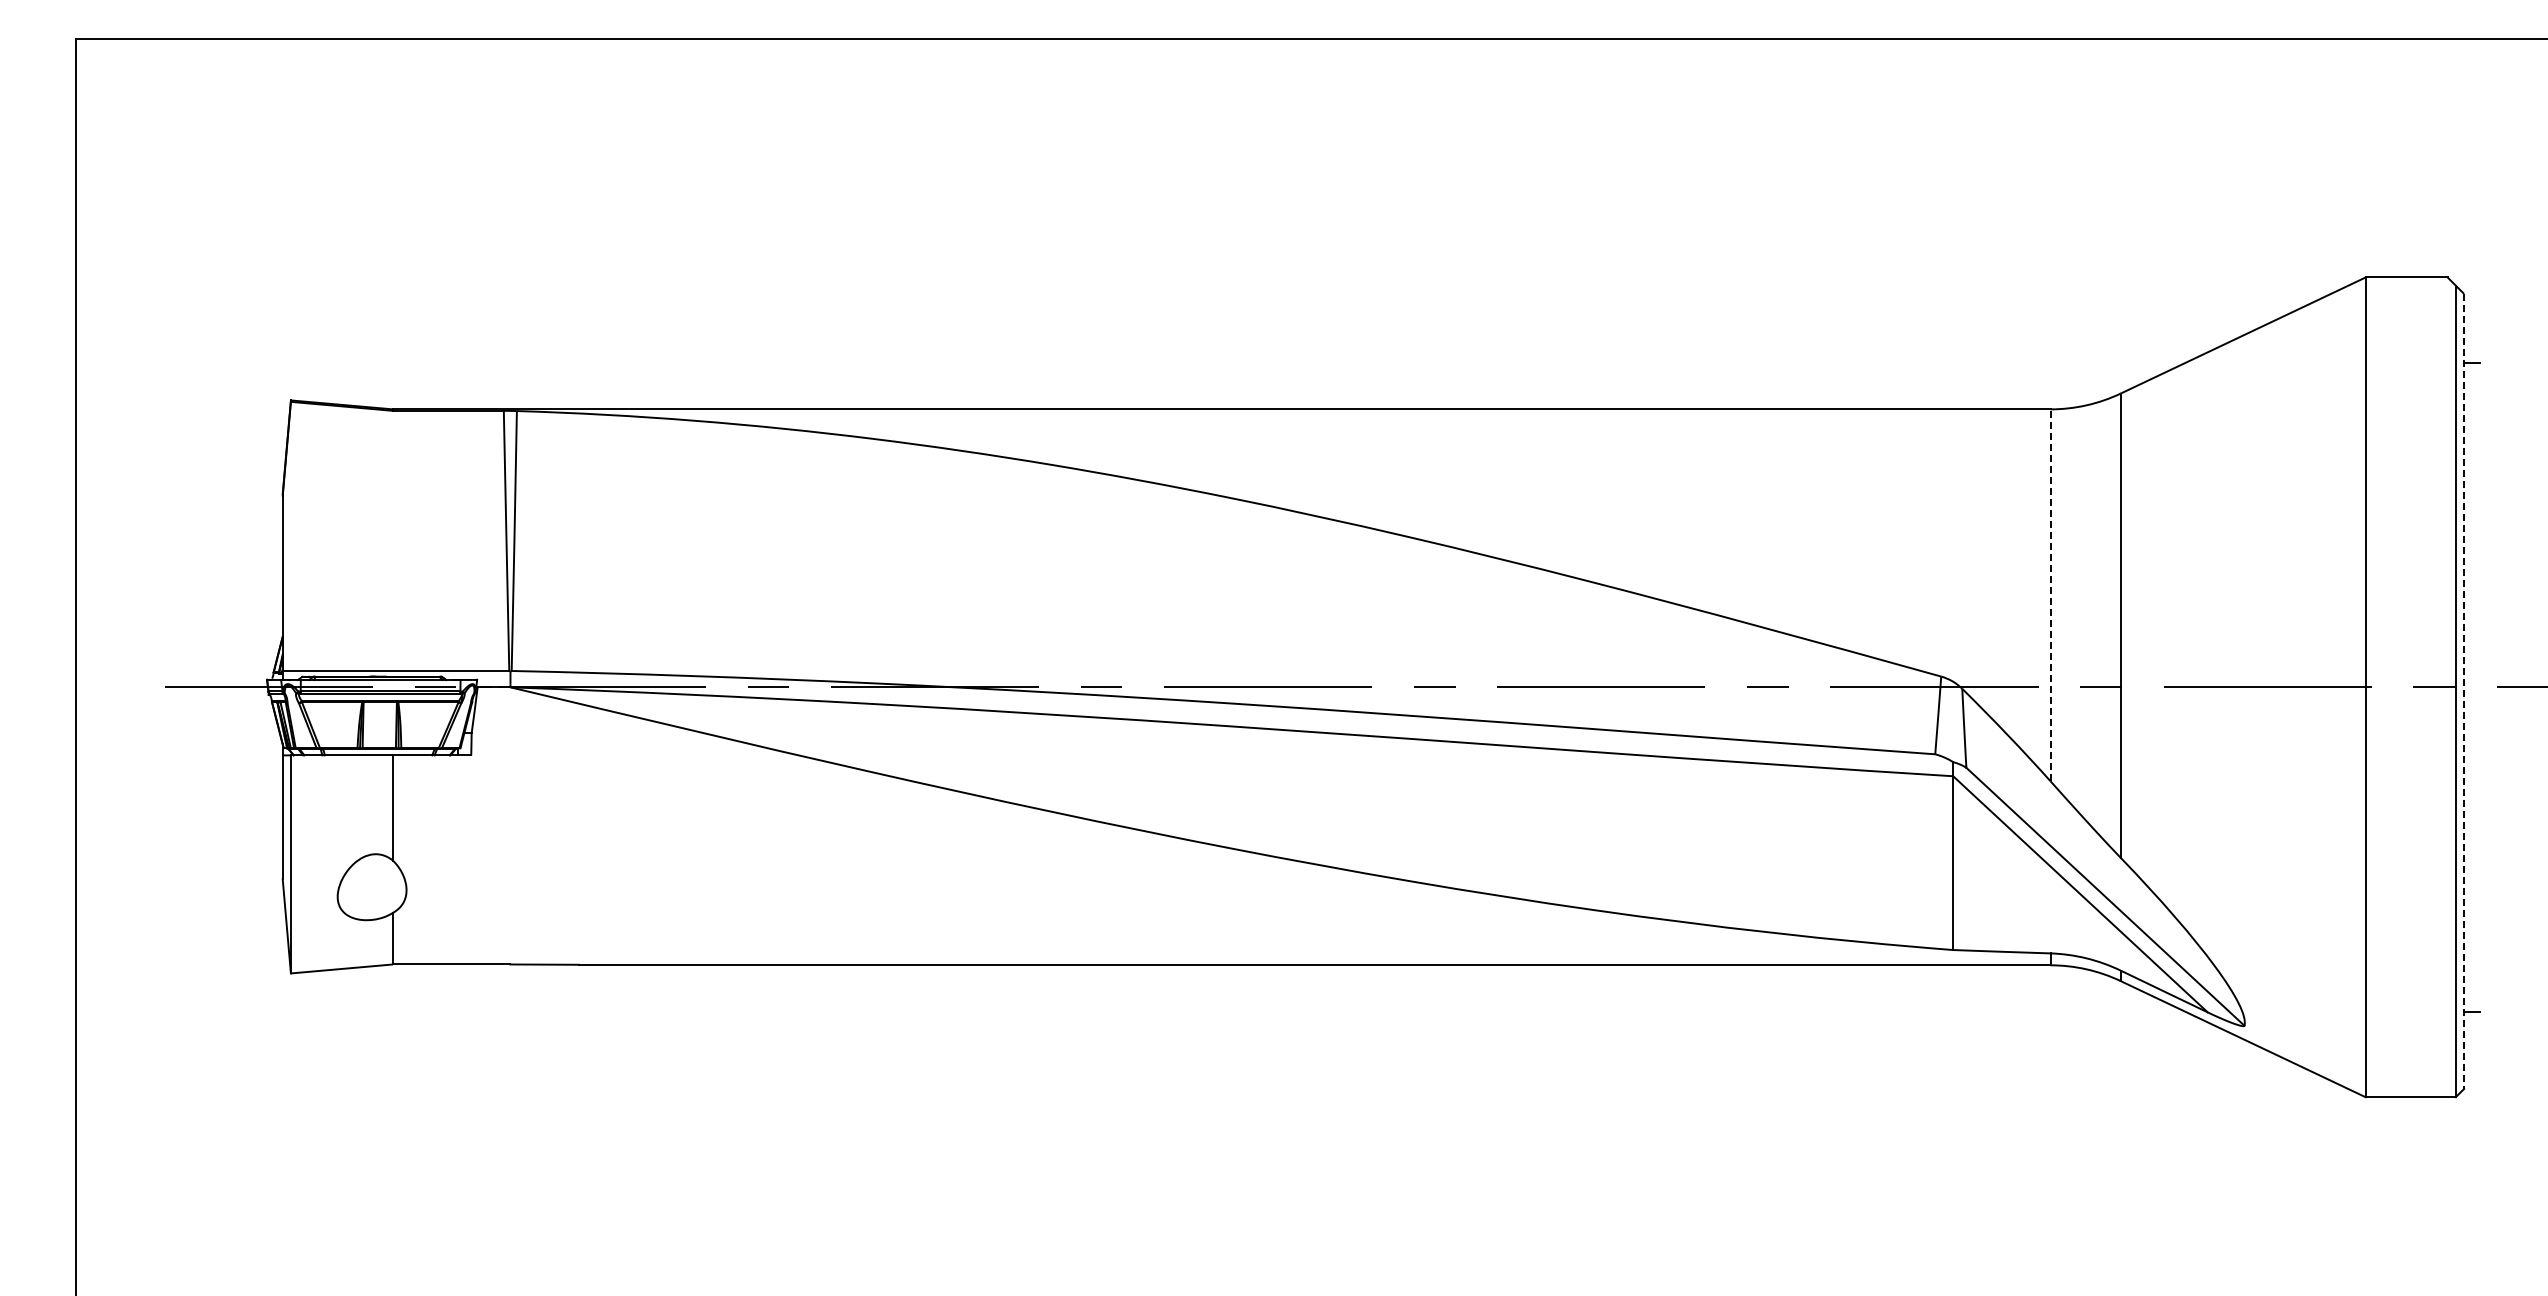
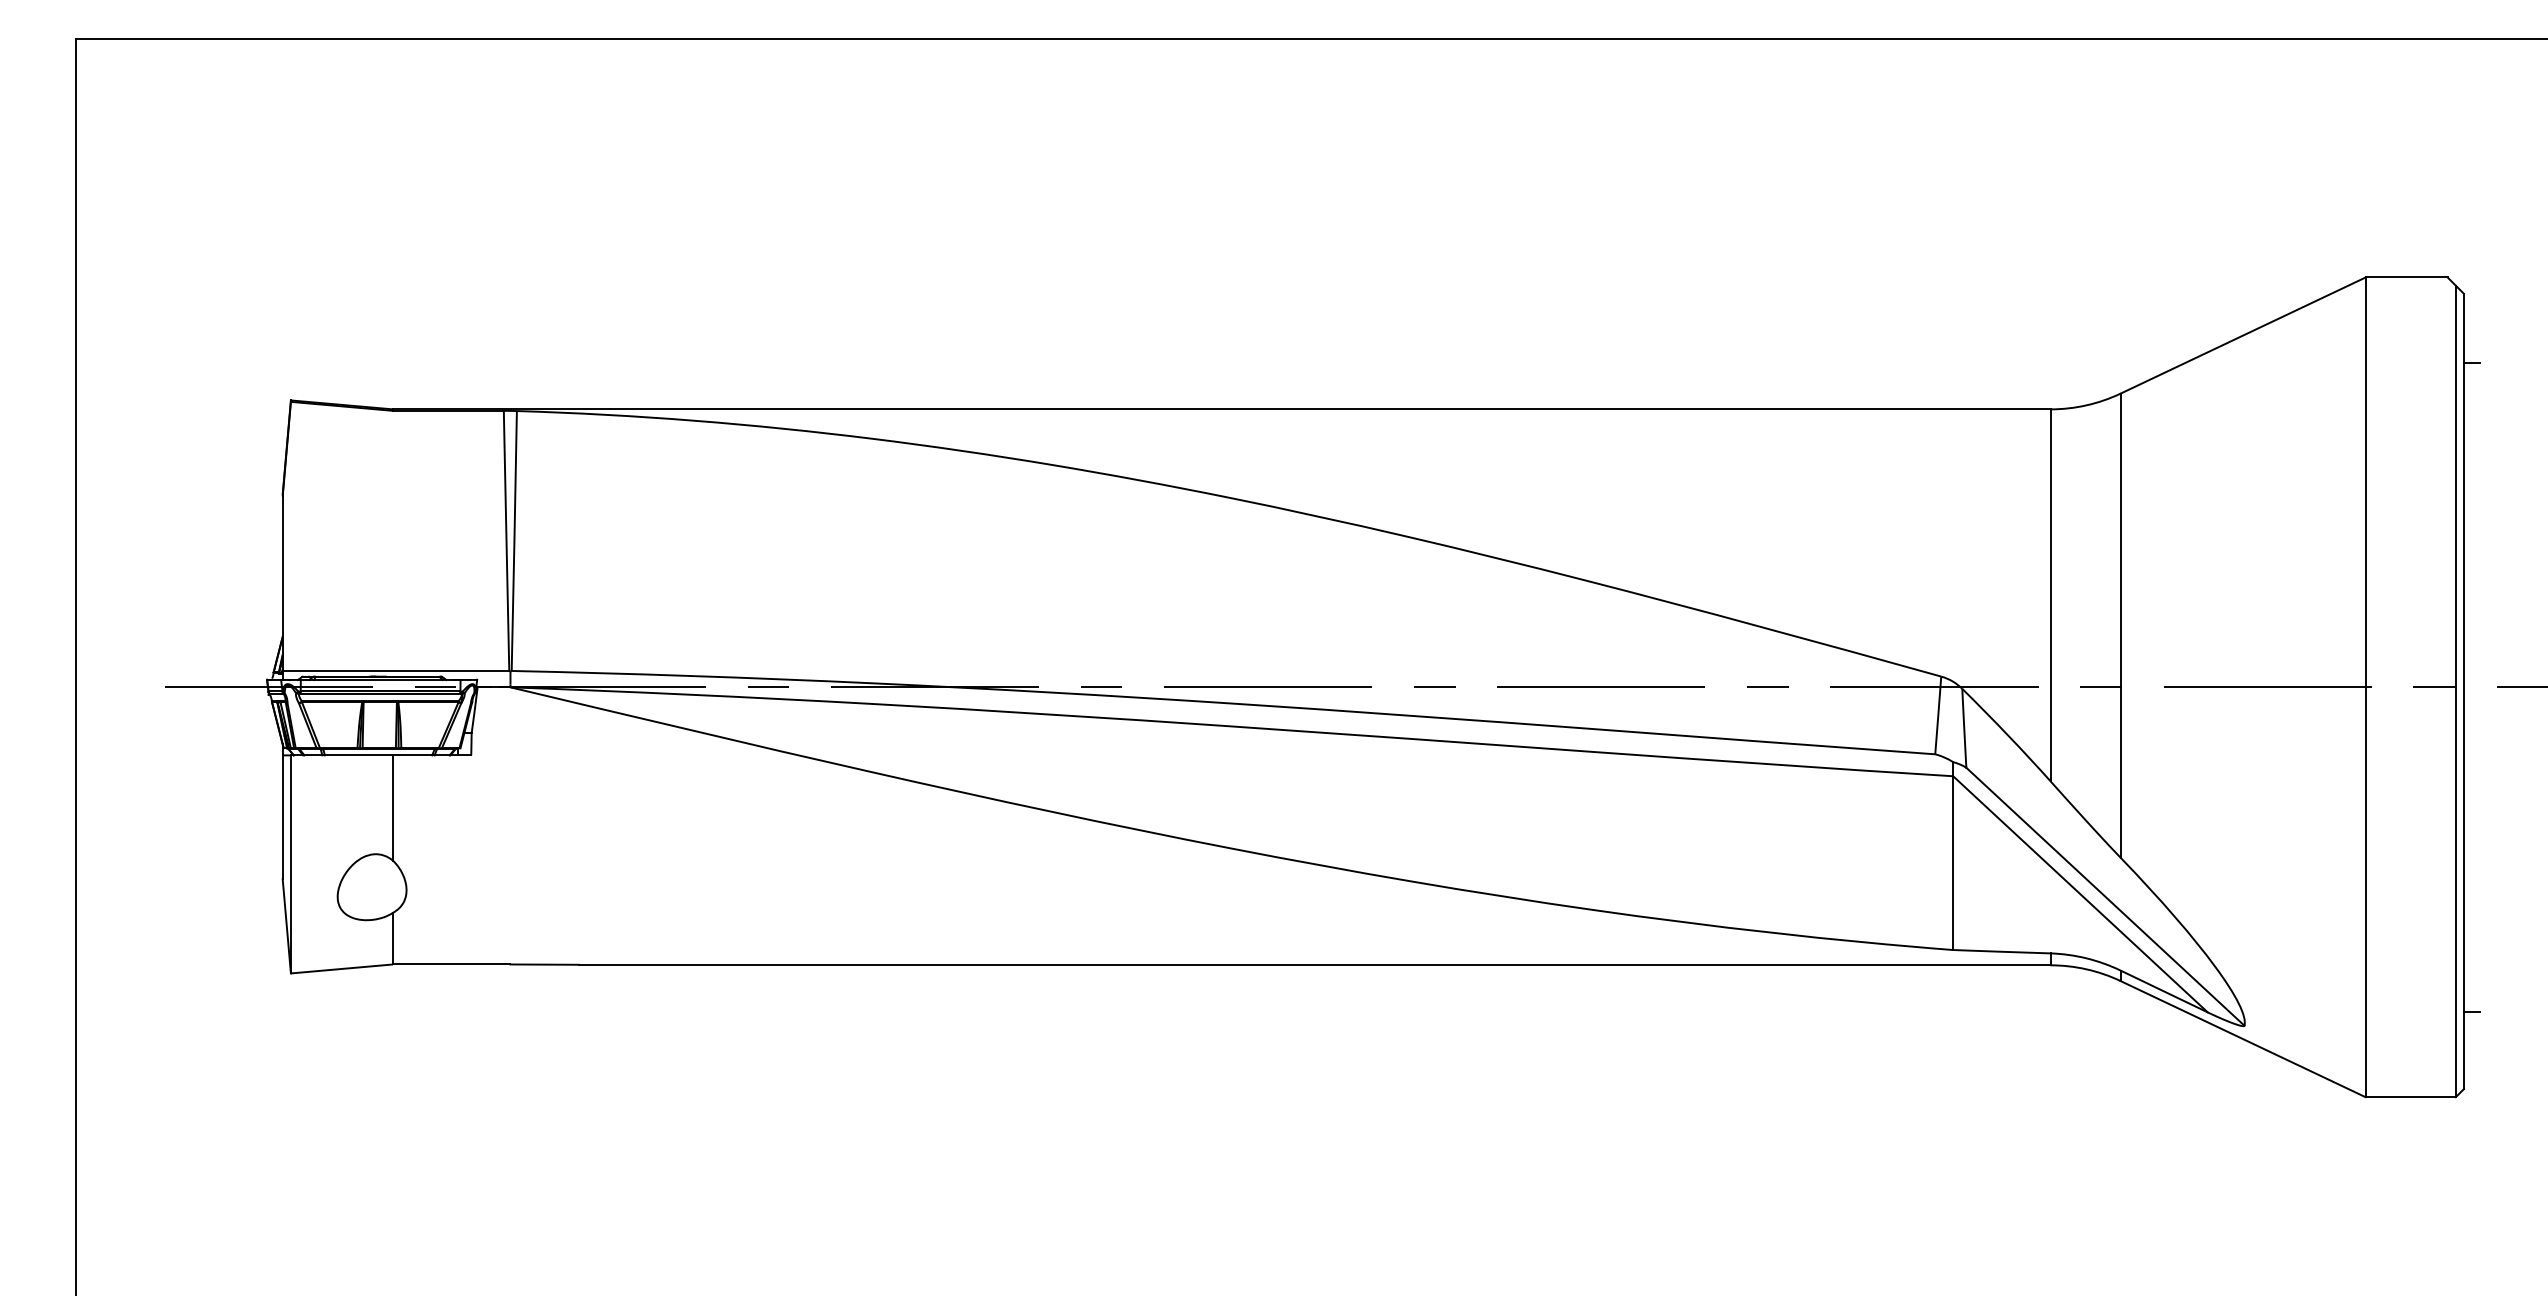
line at (2050, 595): dashed -> solid
line at (2464, 691): dashed -> solid
